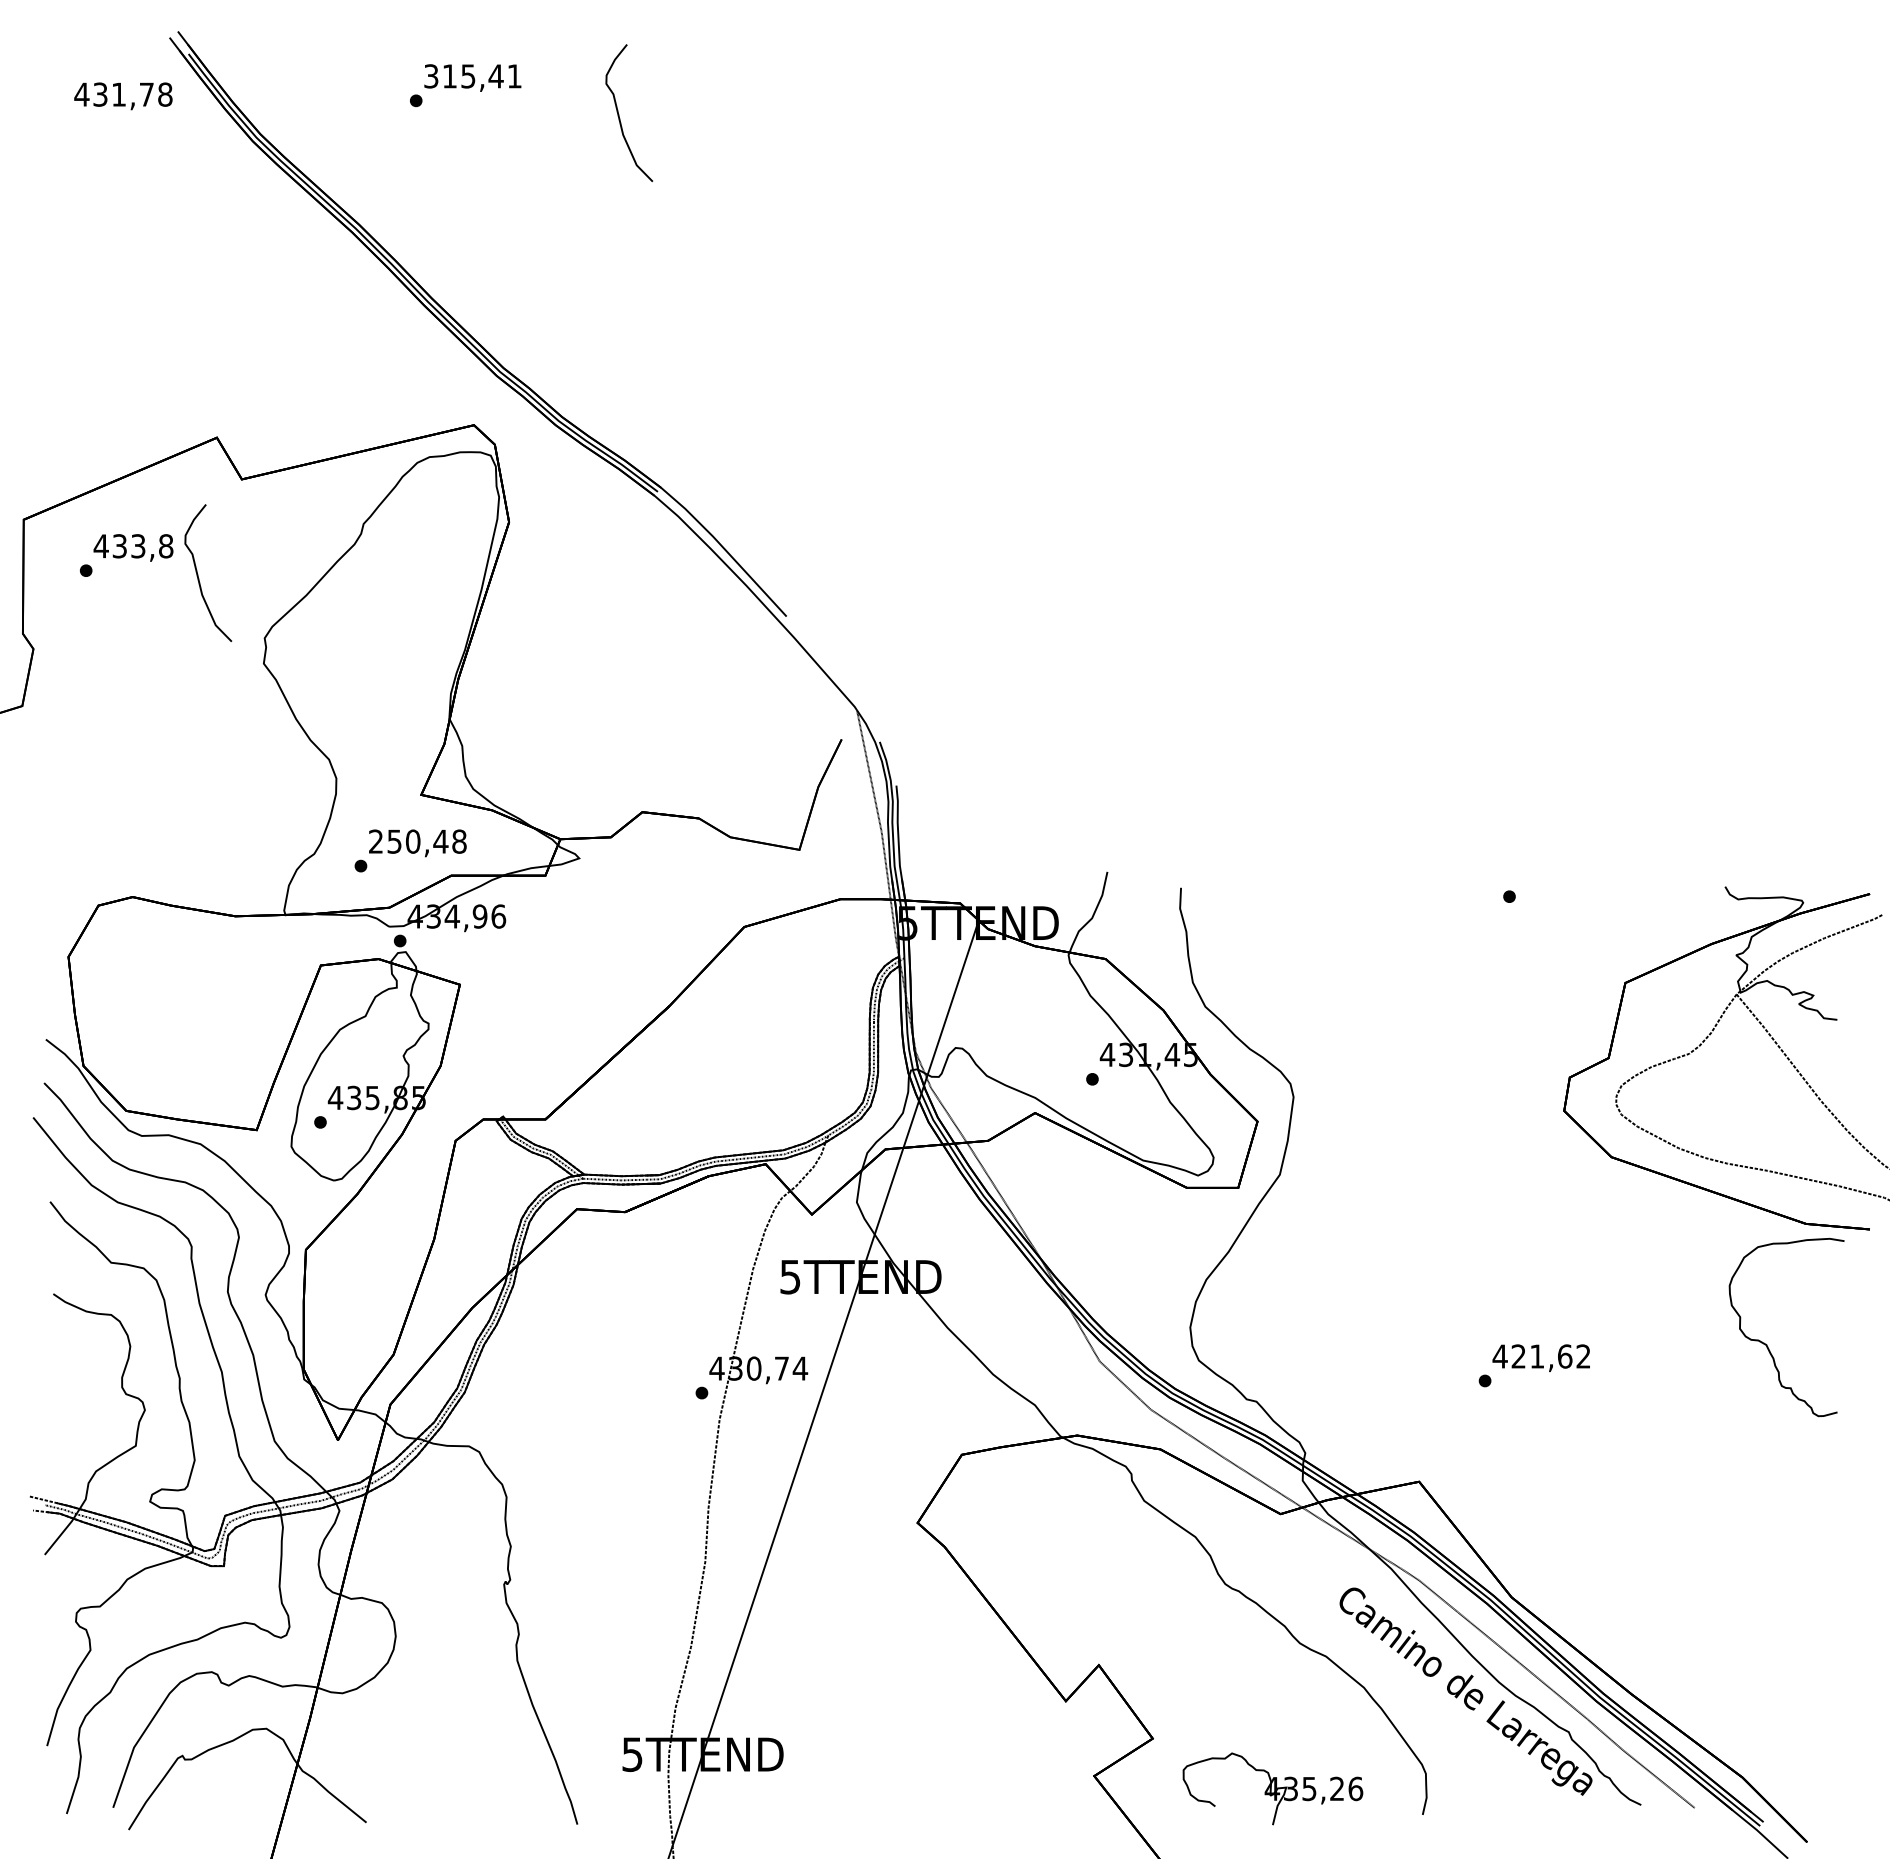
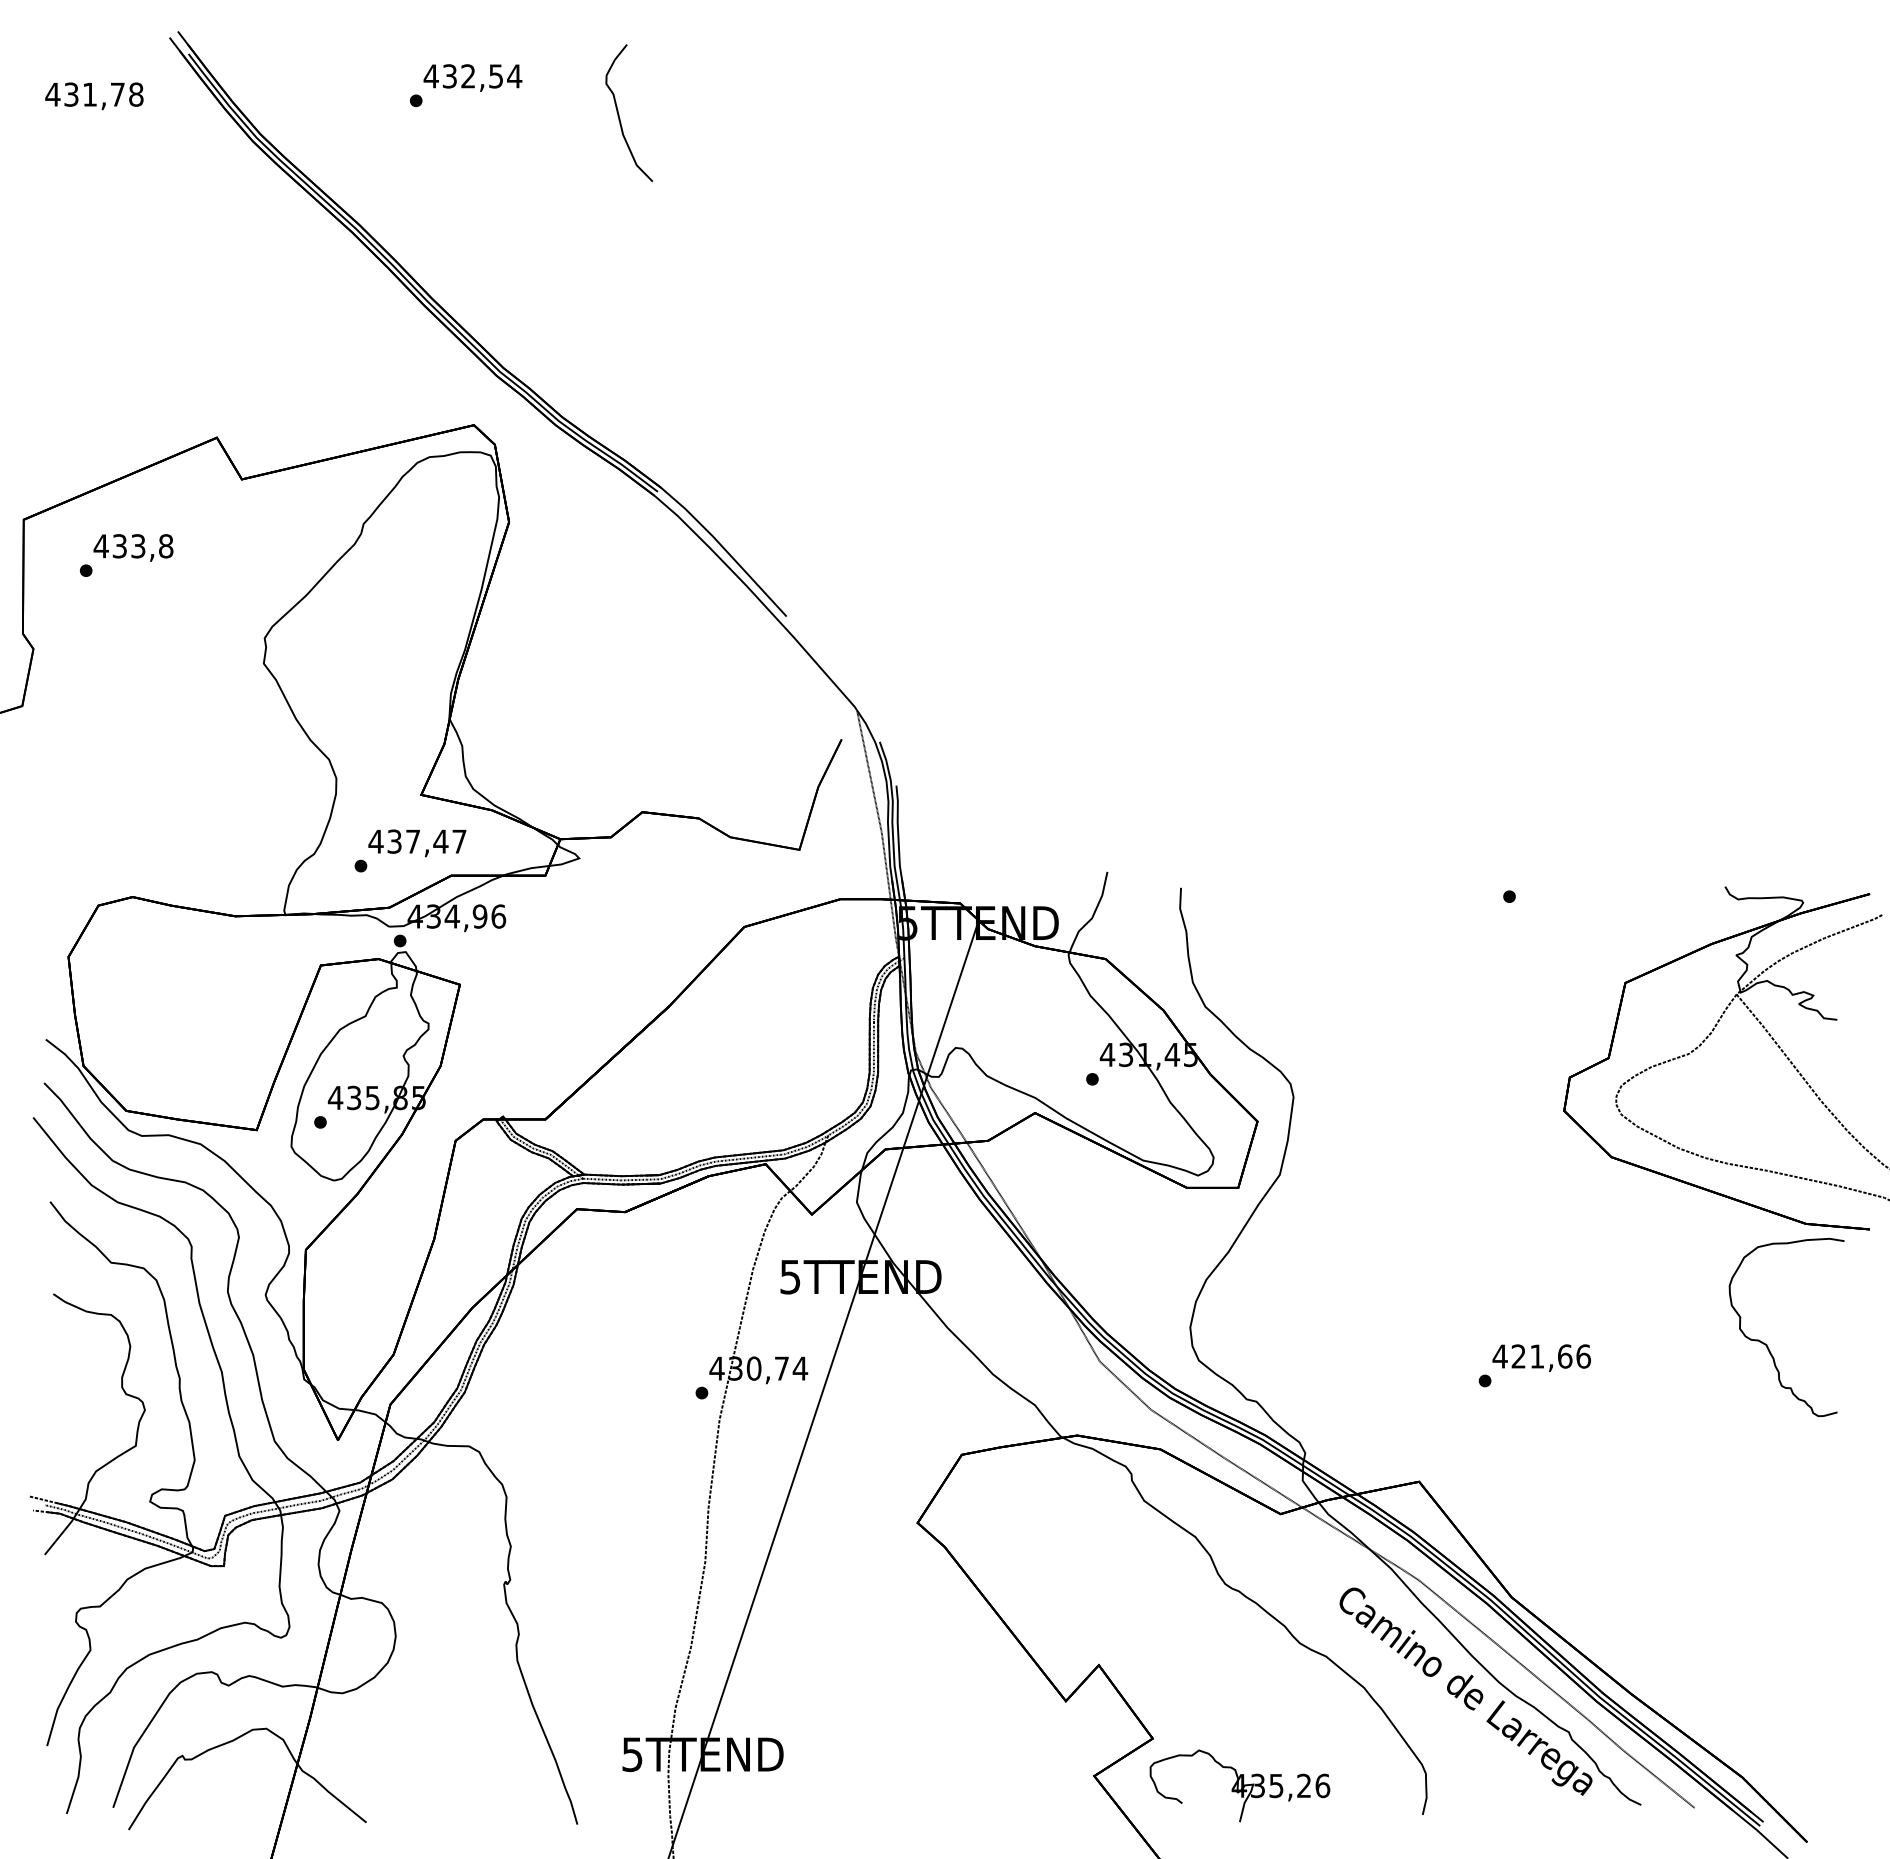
text at (472, 76): 315,41 -> 432,54
text at (123, 96) position: (123, 96) -> (94, 96)
part at (198, 574): present -> none
text at (417, 841): 250,48 -> 437,47
text at (1583, 1356): 421,62 -> 421,66
part at (1272, 1788) position: (1272, 1788) -> (1239, 1785)
